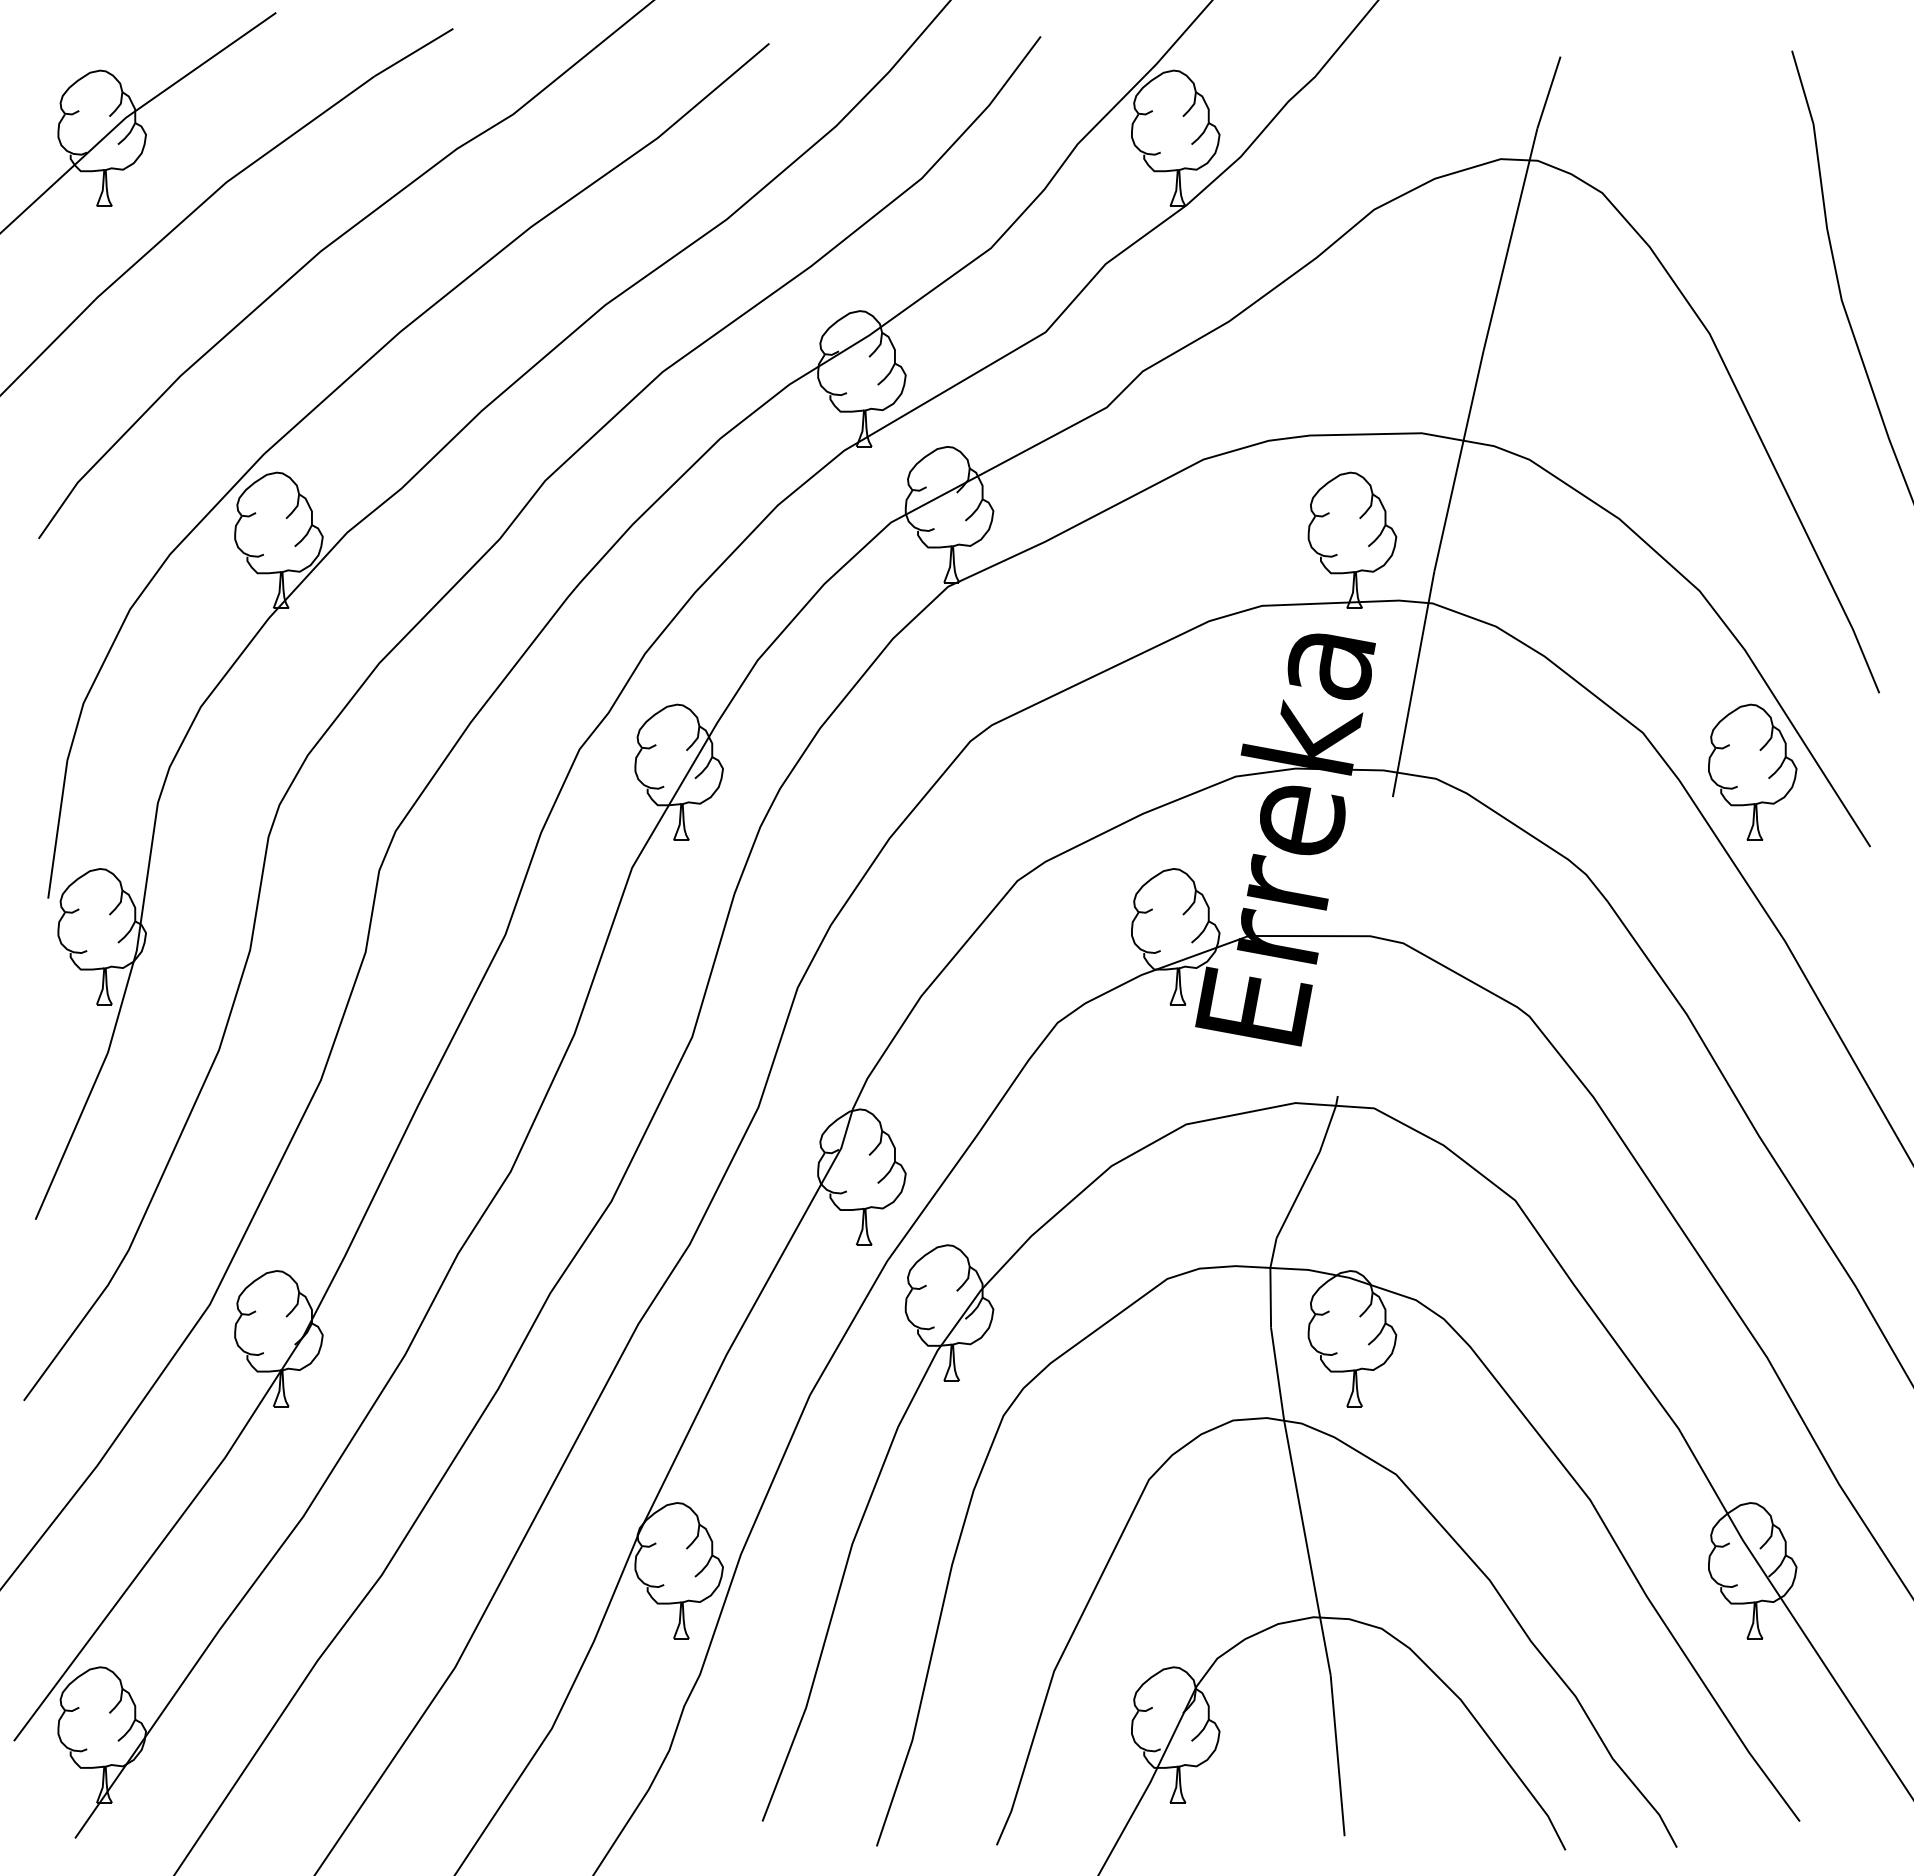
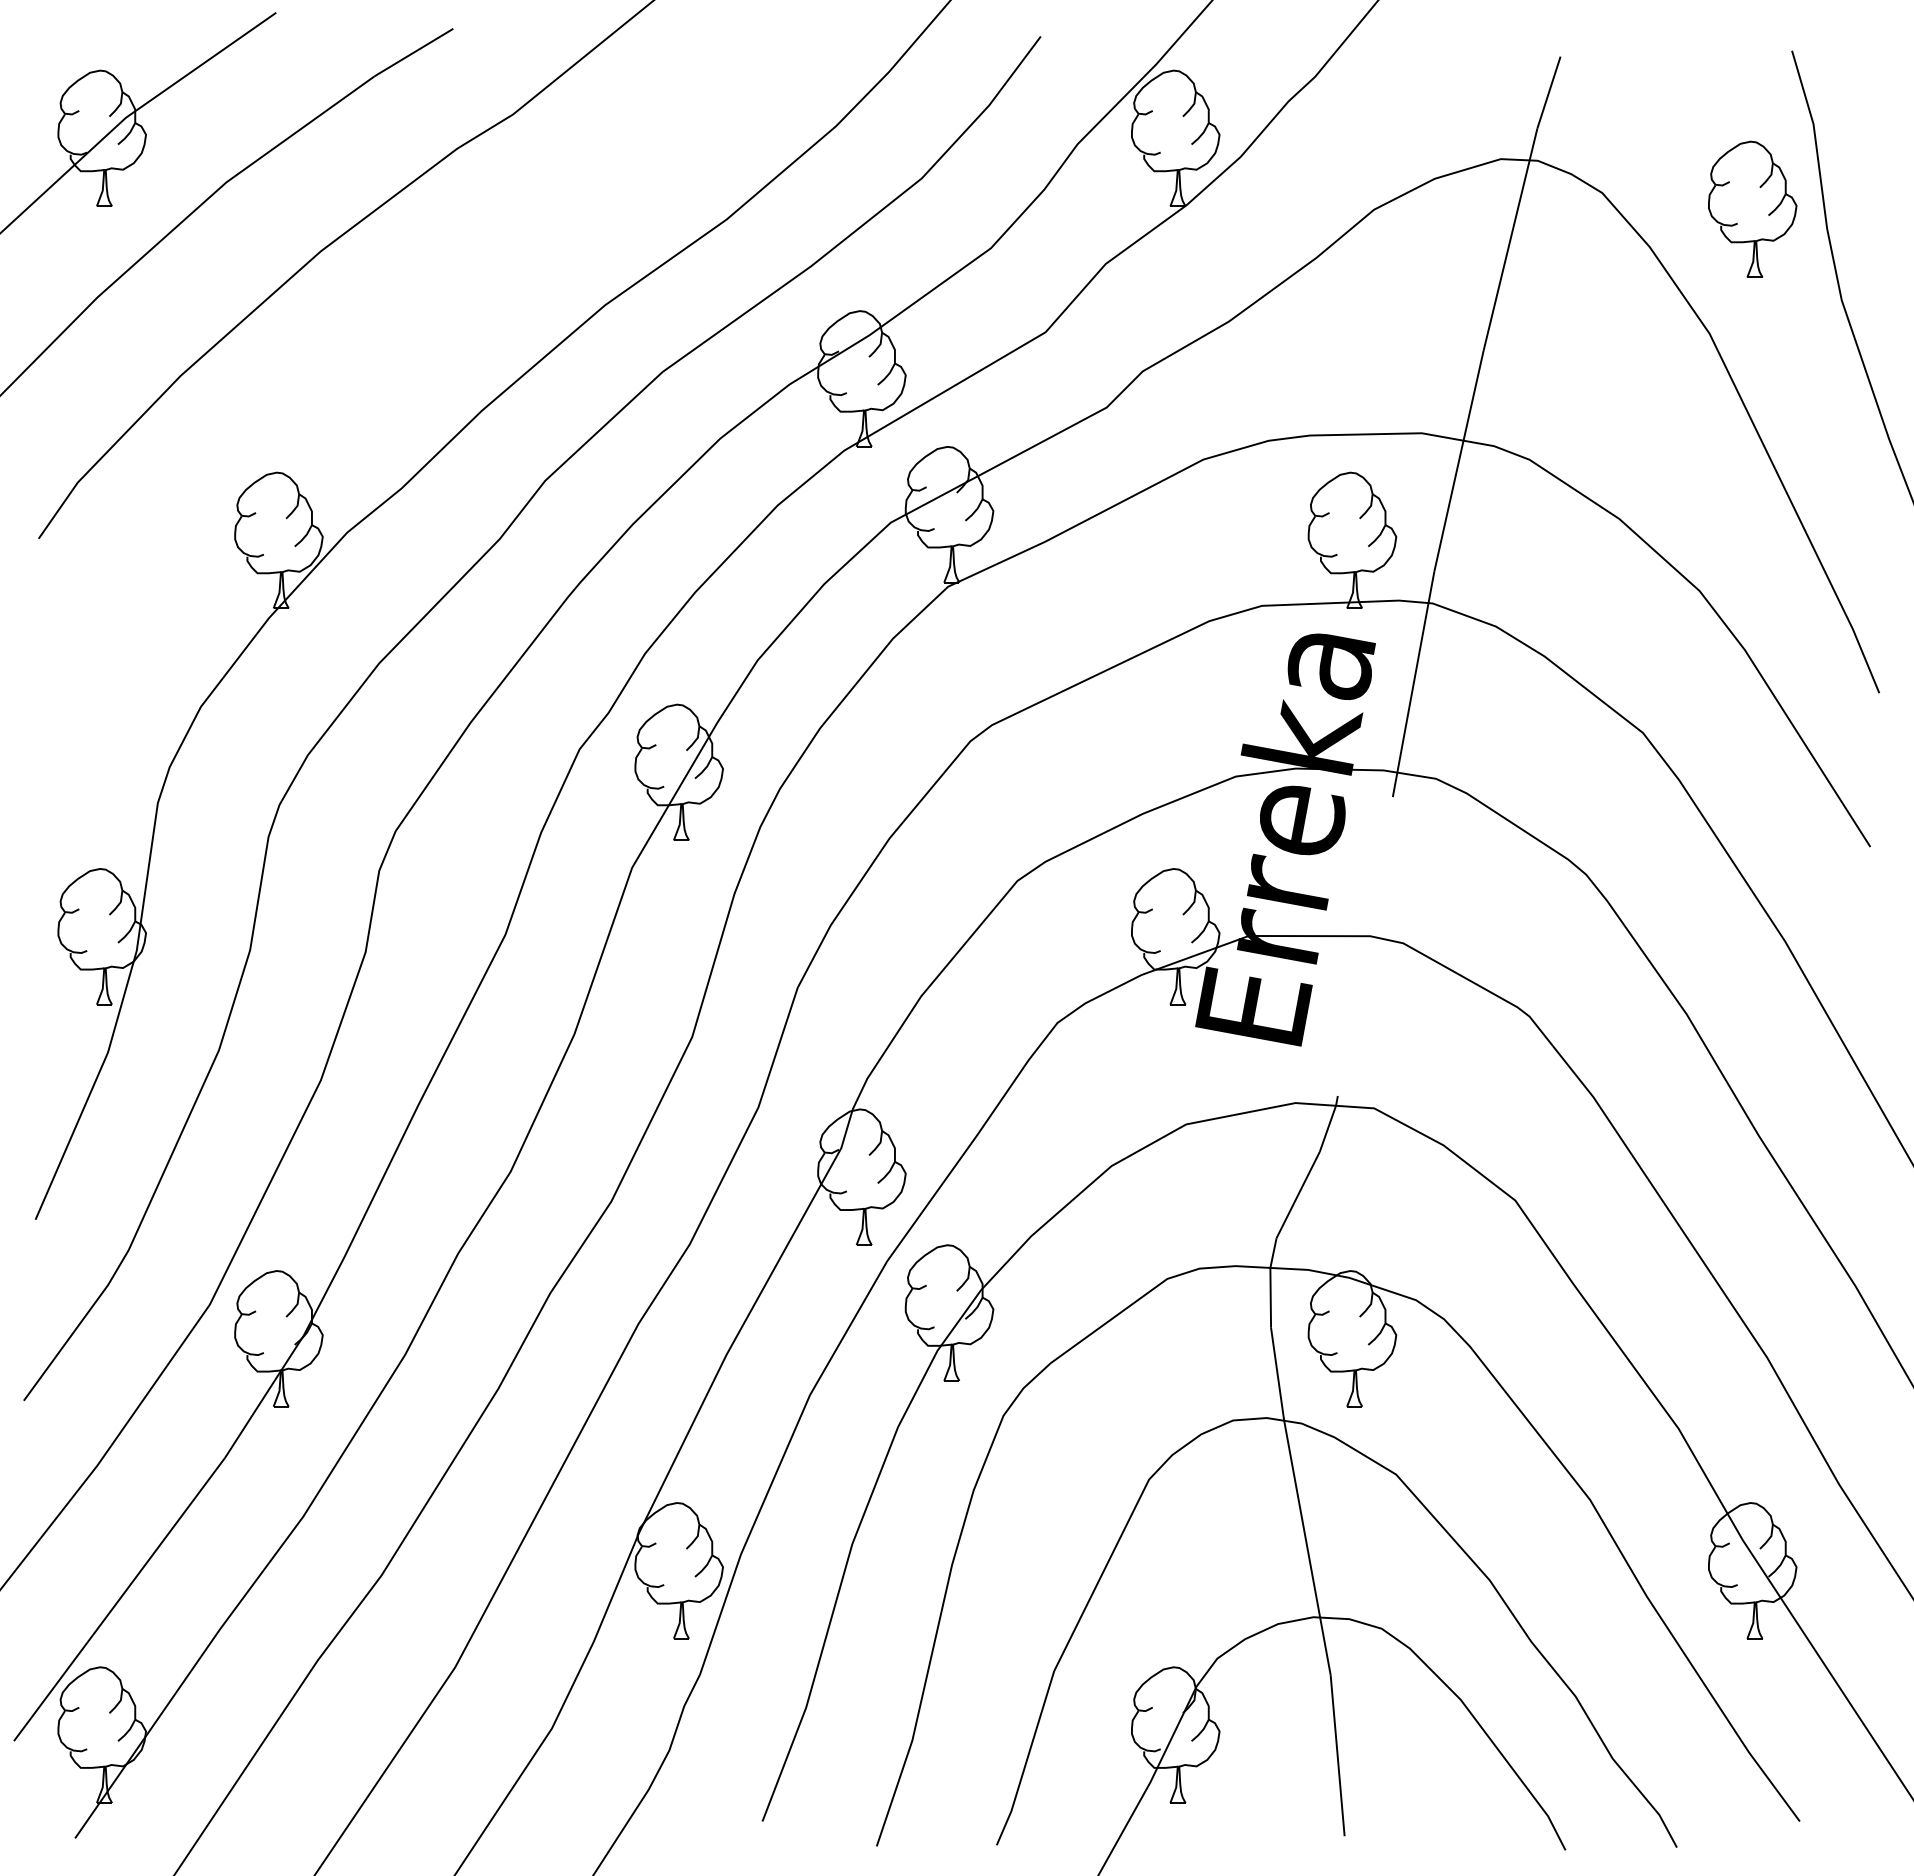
curve at (332, 394): present -> none
part at (1752, 771) position: (1752, 771) -> (1752, 208)
